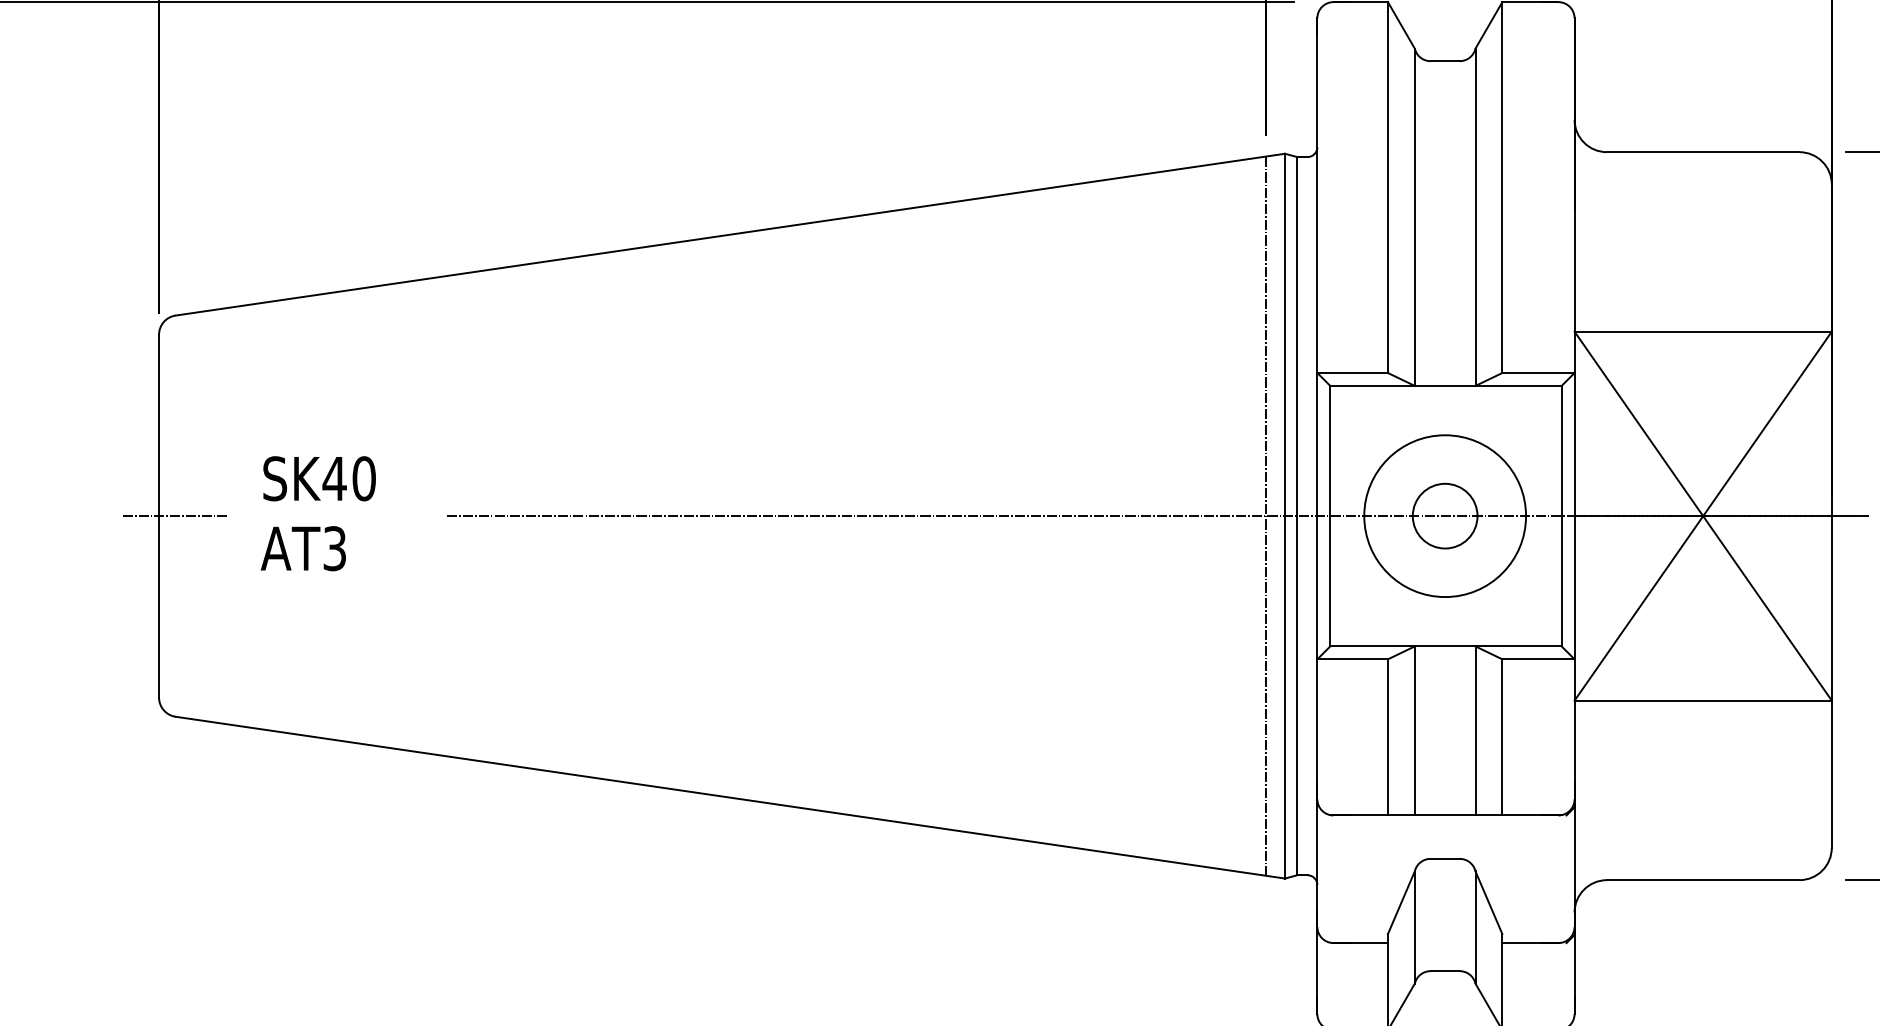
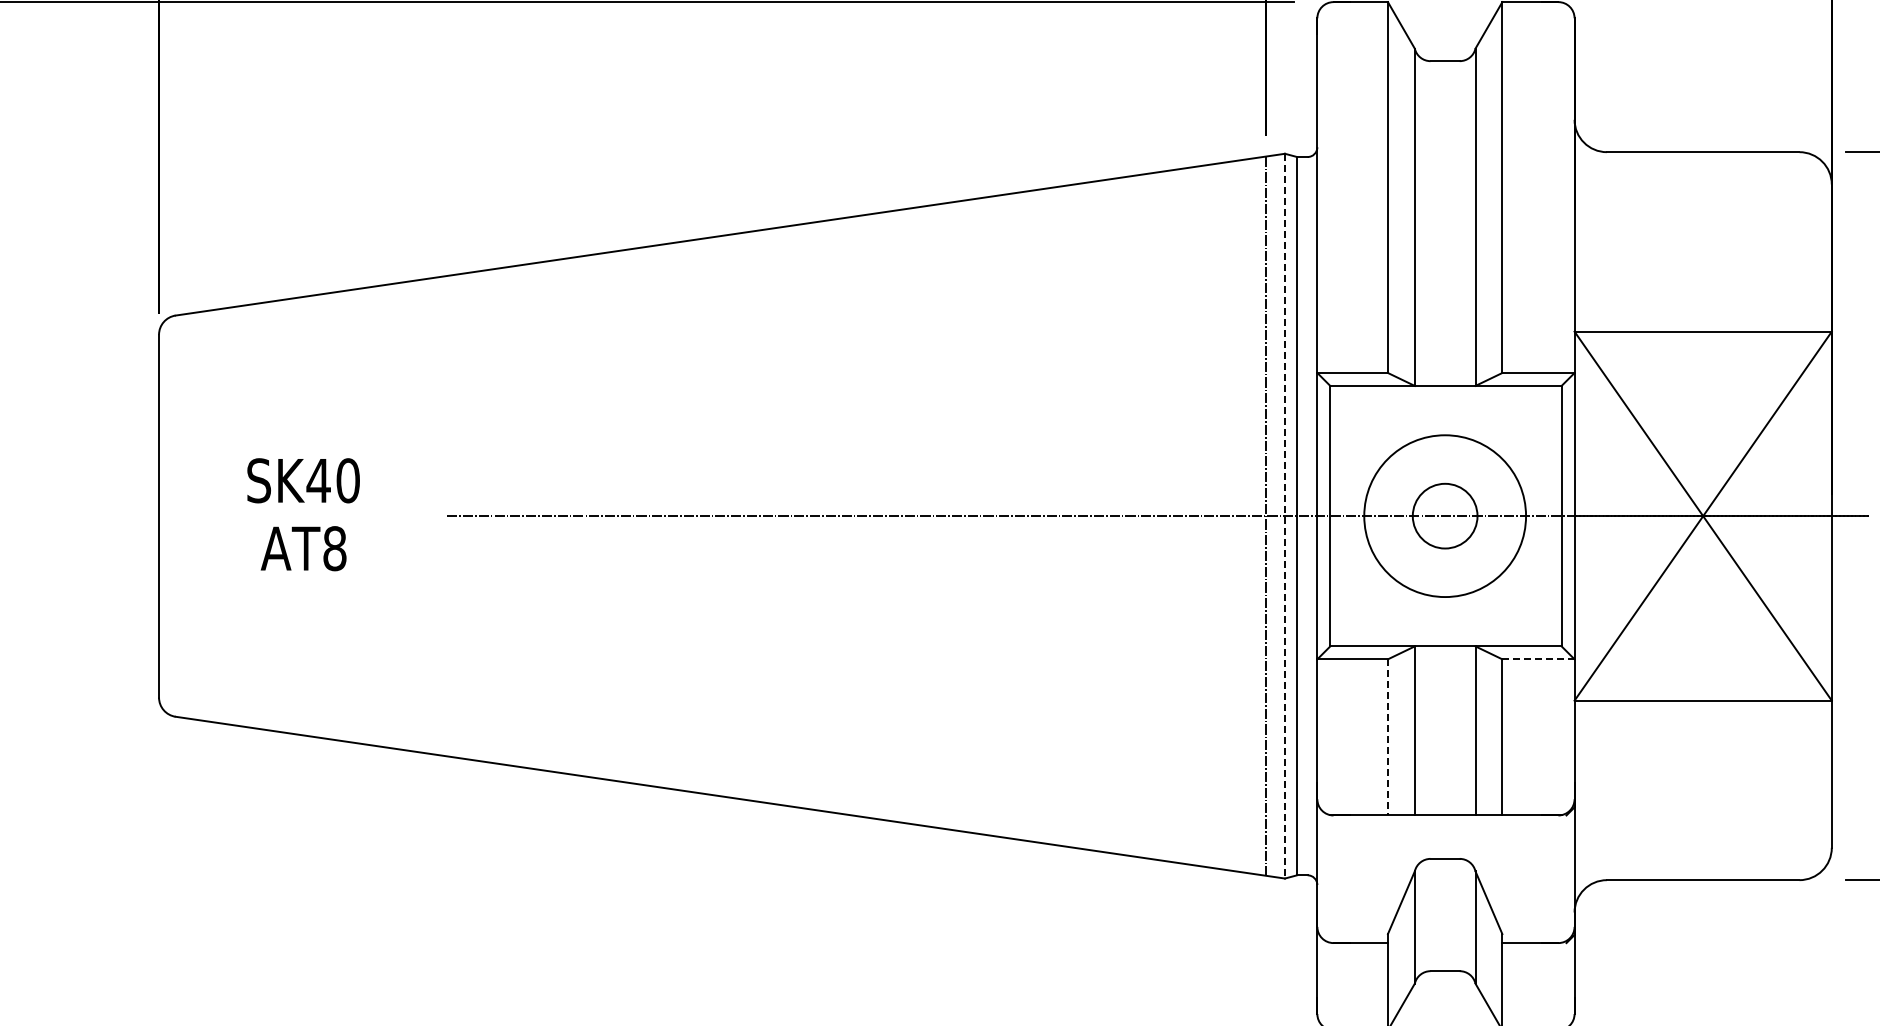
text at (319, 478) position: (319, 478) -> (303, 480)
line at (174, 516): present -> none
line at (1285, 516): solid -> dashed
text at (334, 548): AT3 -> AT8
line at (1537, 659): solid -> dashed
line at (1387, 737): solid -> dashed
